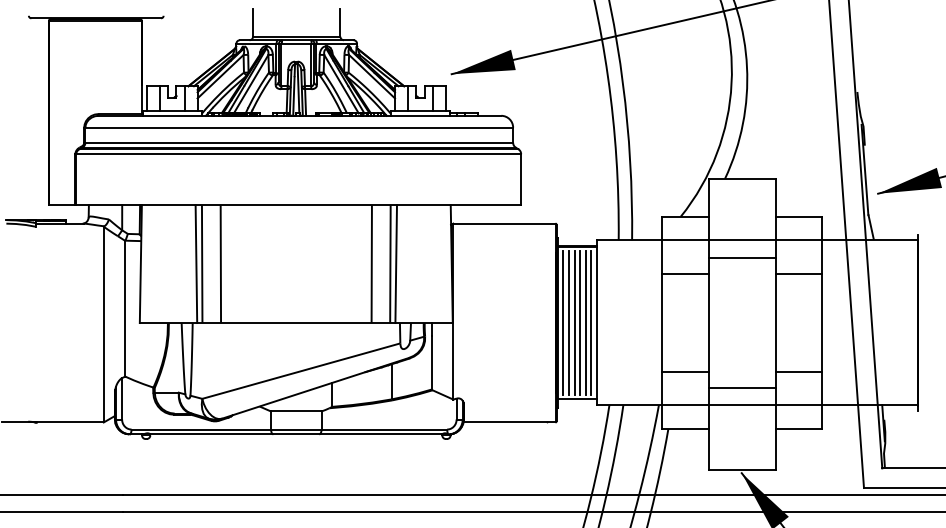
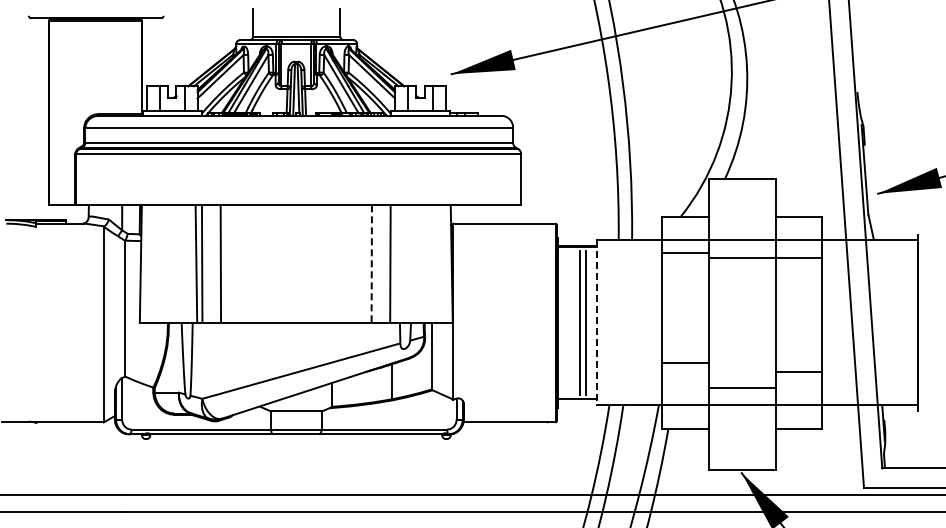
line at (371, 264): solid -> dashed
line at (396, 264): present -> none
line at (685, 273) position: (685, 273) -> (685, 252)
line at (798, 273) position: (798, 273) -> (798, 257)
line at (563, 322): present -> none
line at (568, 322): present -> none
line at (574, 322): present -> none
line at (591, 322): present -> none
line at (597, 323): solid -> dashed
line at (685, 372) position: (685, 372) -> (685, 363)
